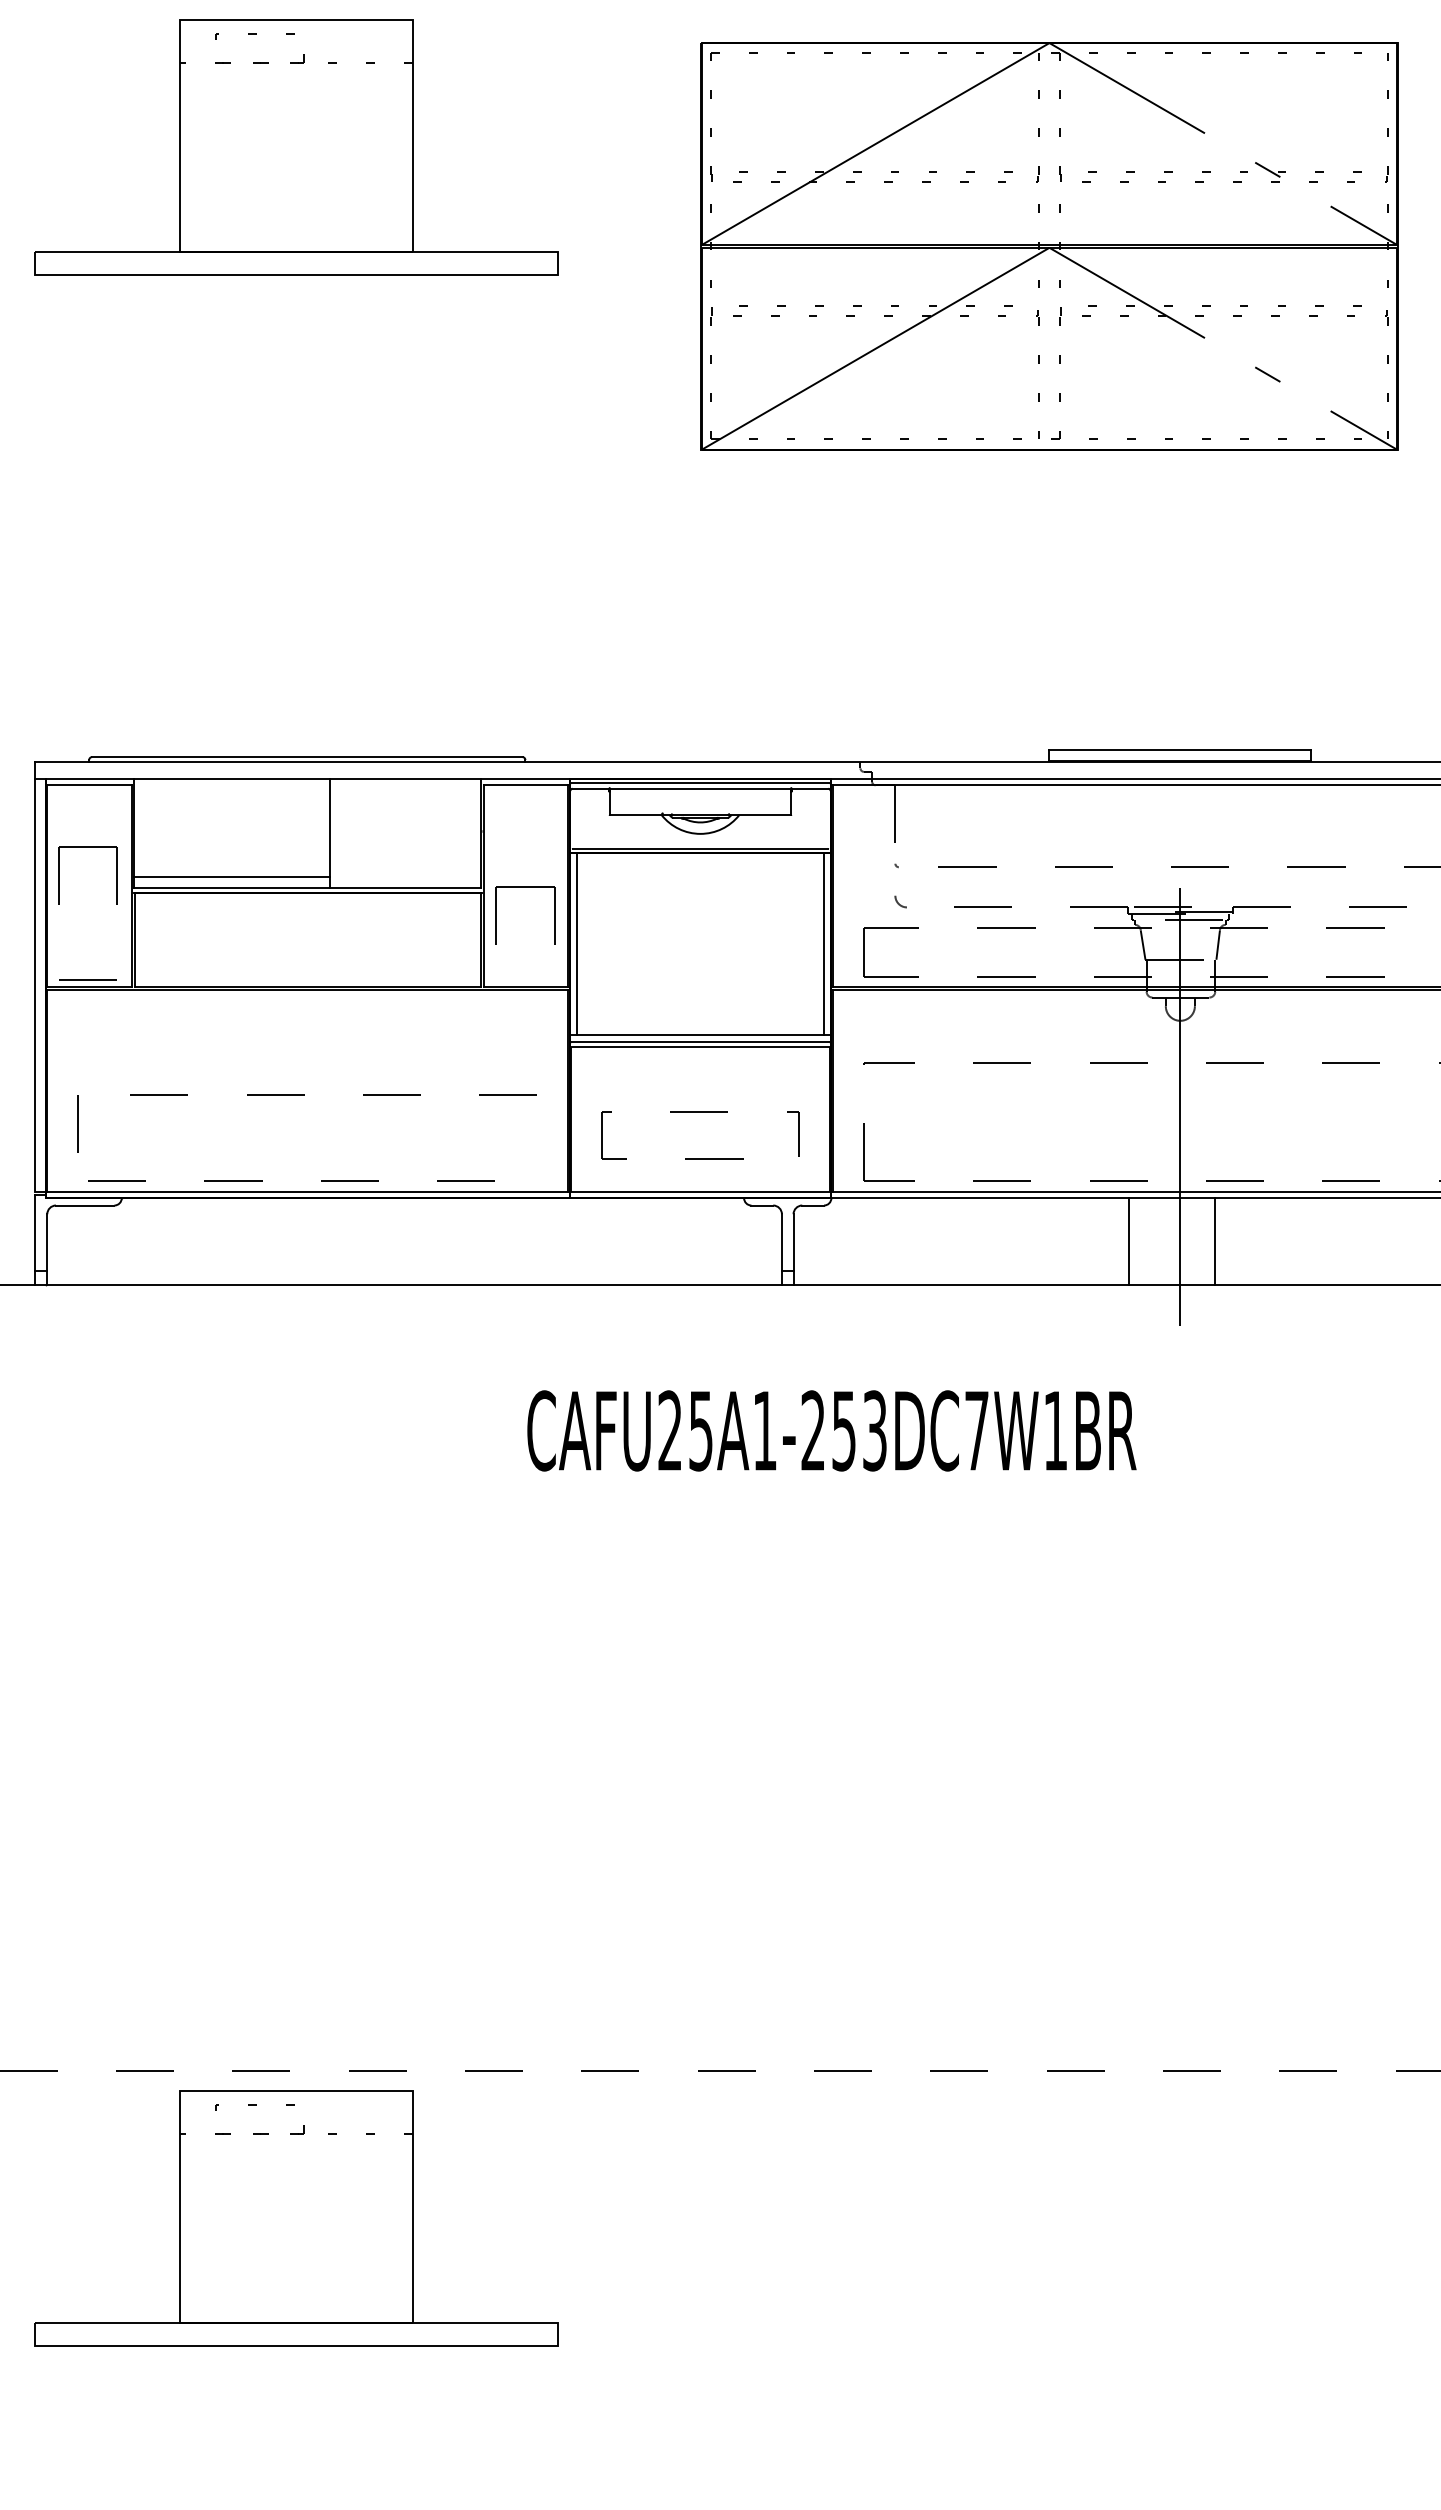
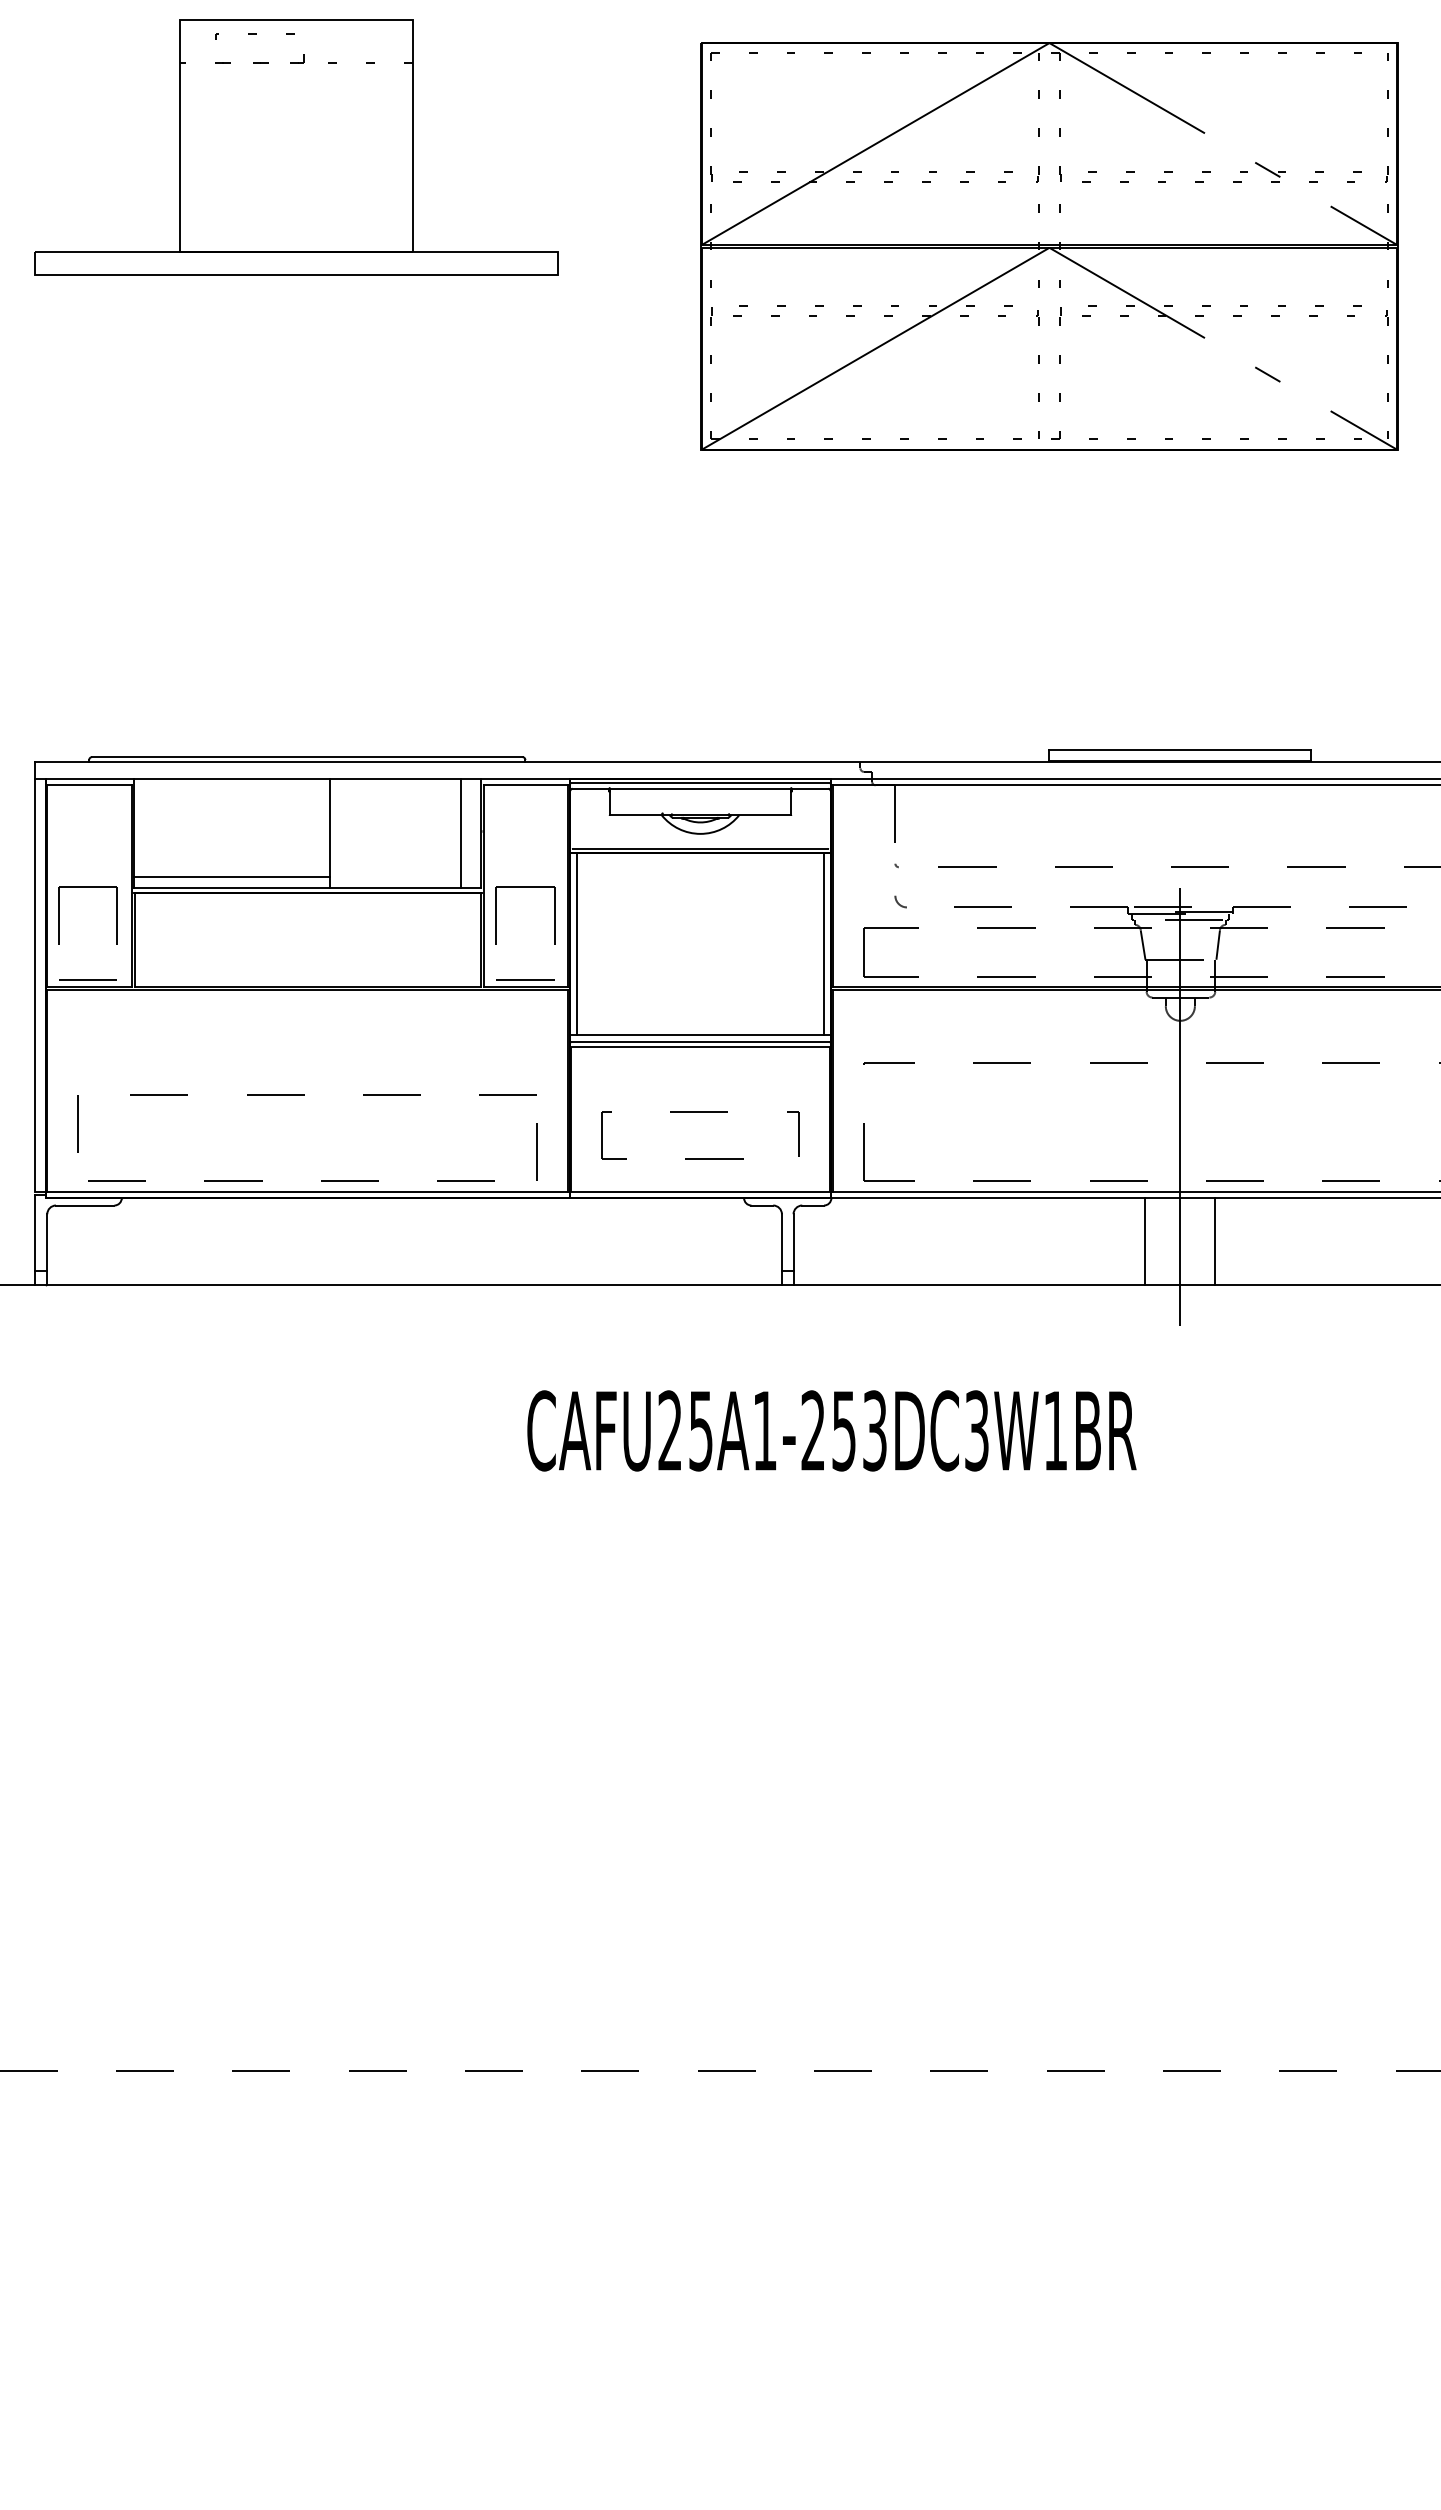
line at (460, 833): none -> present
part at (87, 847) position: (87, 847) -> (87, 887)
line at (525, 980): none -> present
line at (536, 1151): none -> present
line at (1129, 1241) position: (1129, 1241) -> (1145, 1241)
text at (976, 1430): CAFU25A1-253DC7W1BR -> CAFU25A1-253DC3W1BR
part at (296, 2218): present -> none
